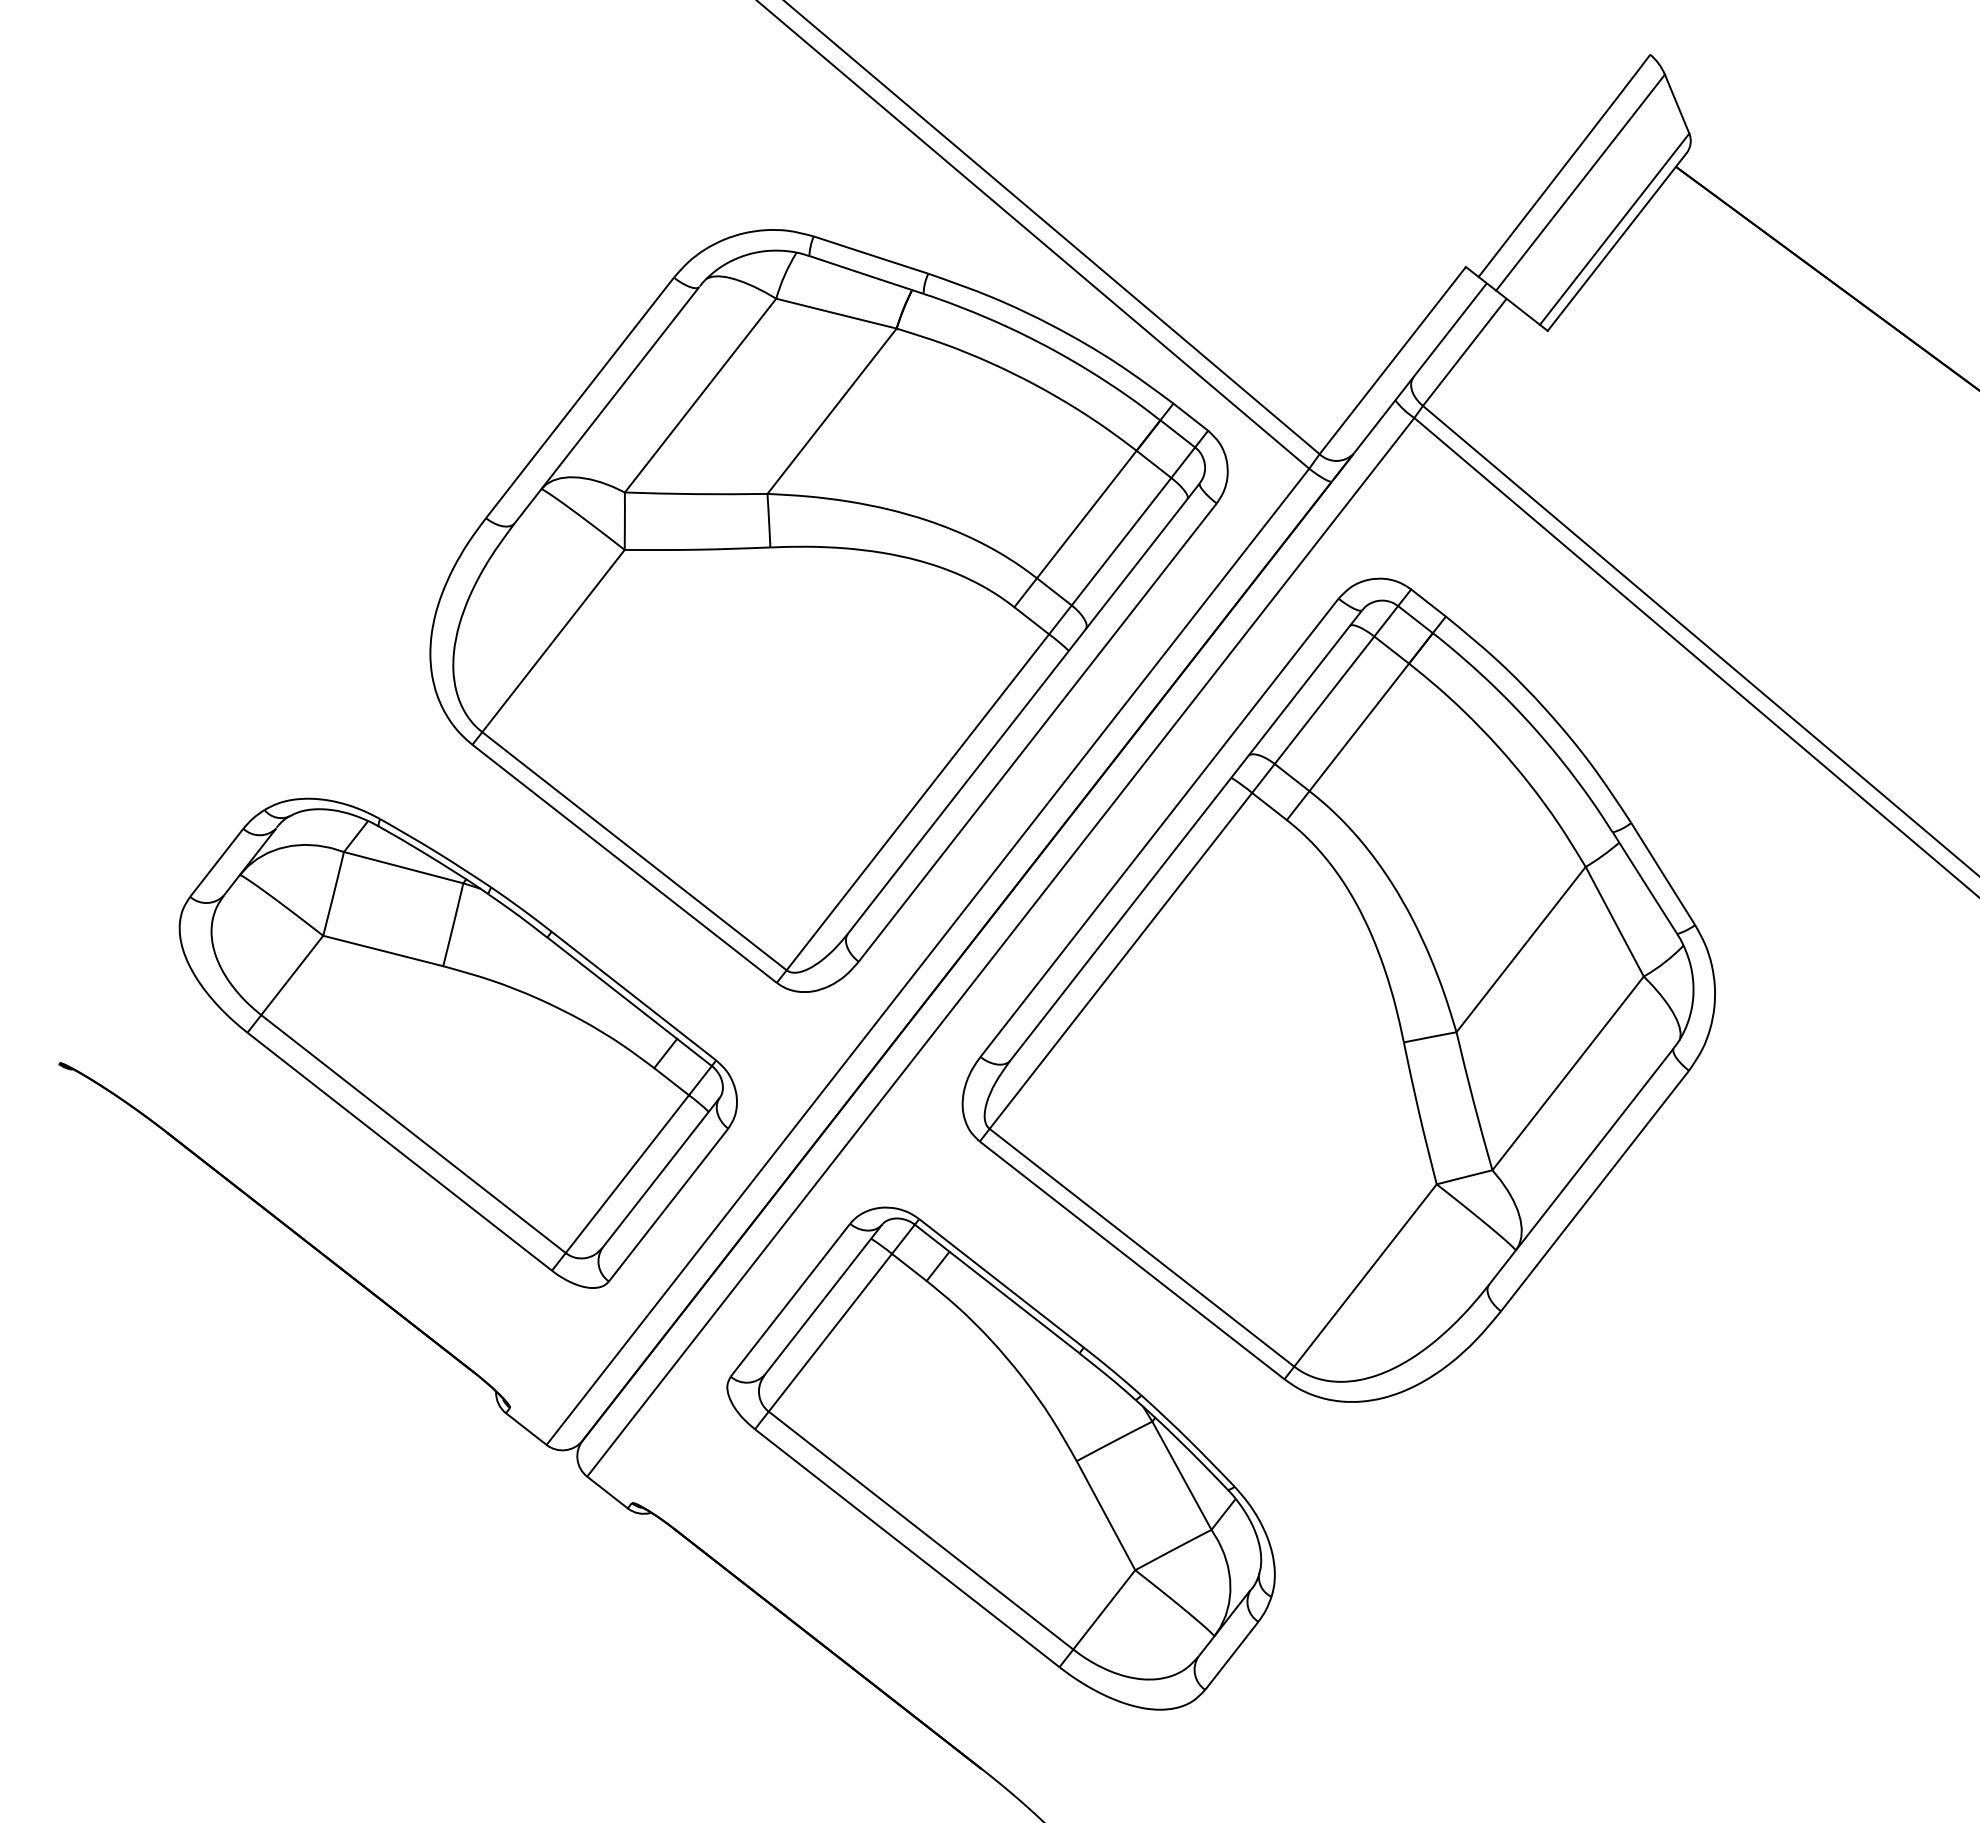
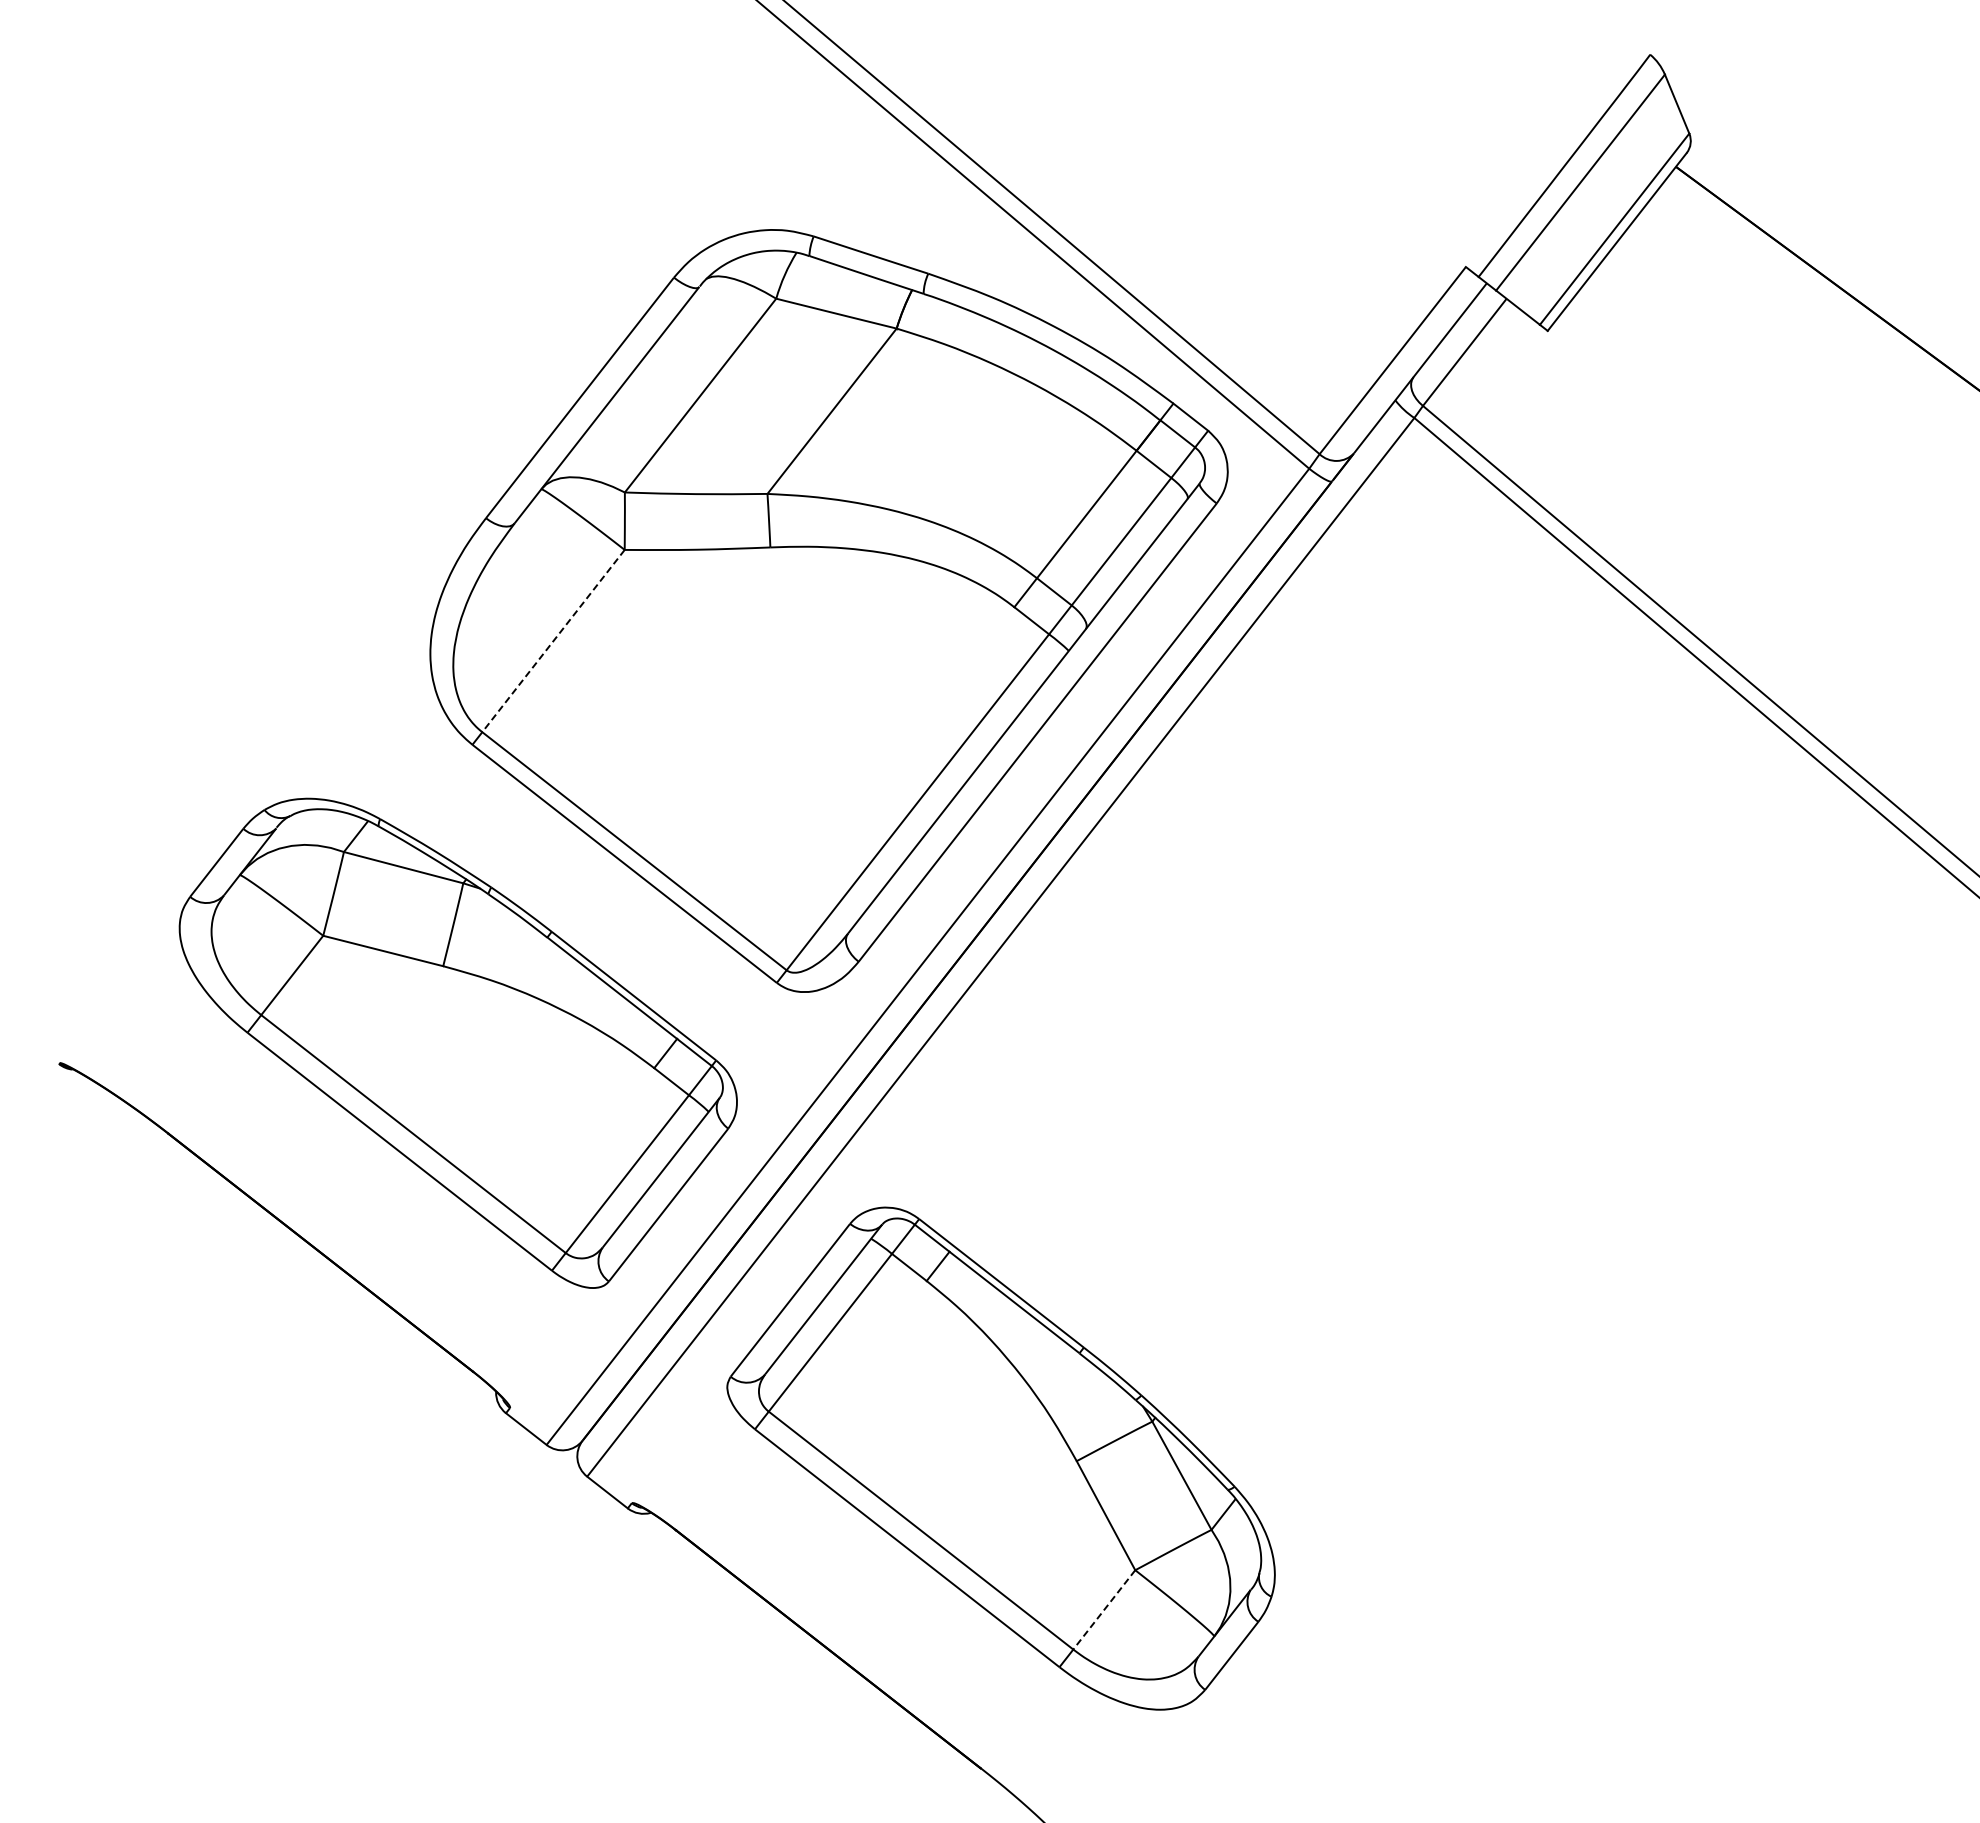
line at (553, 641): solid -> dashed
part at (1338, 989): present -> none
line at (1103, 1610): solid -> dashed
